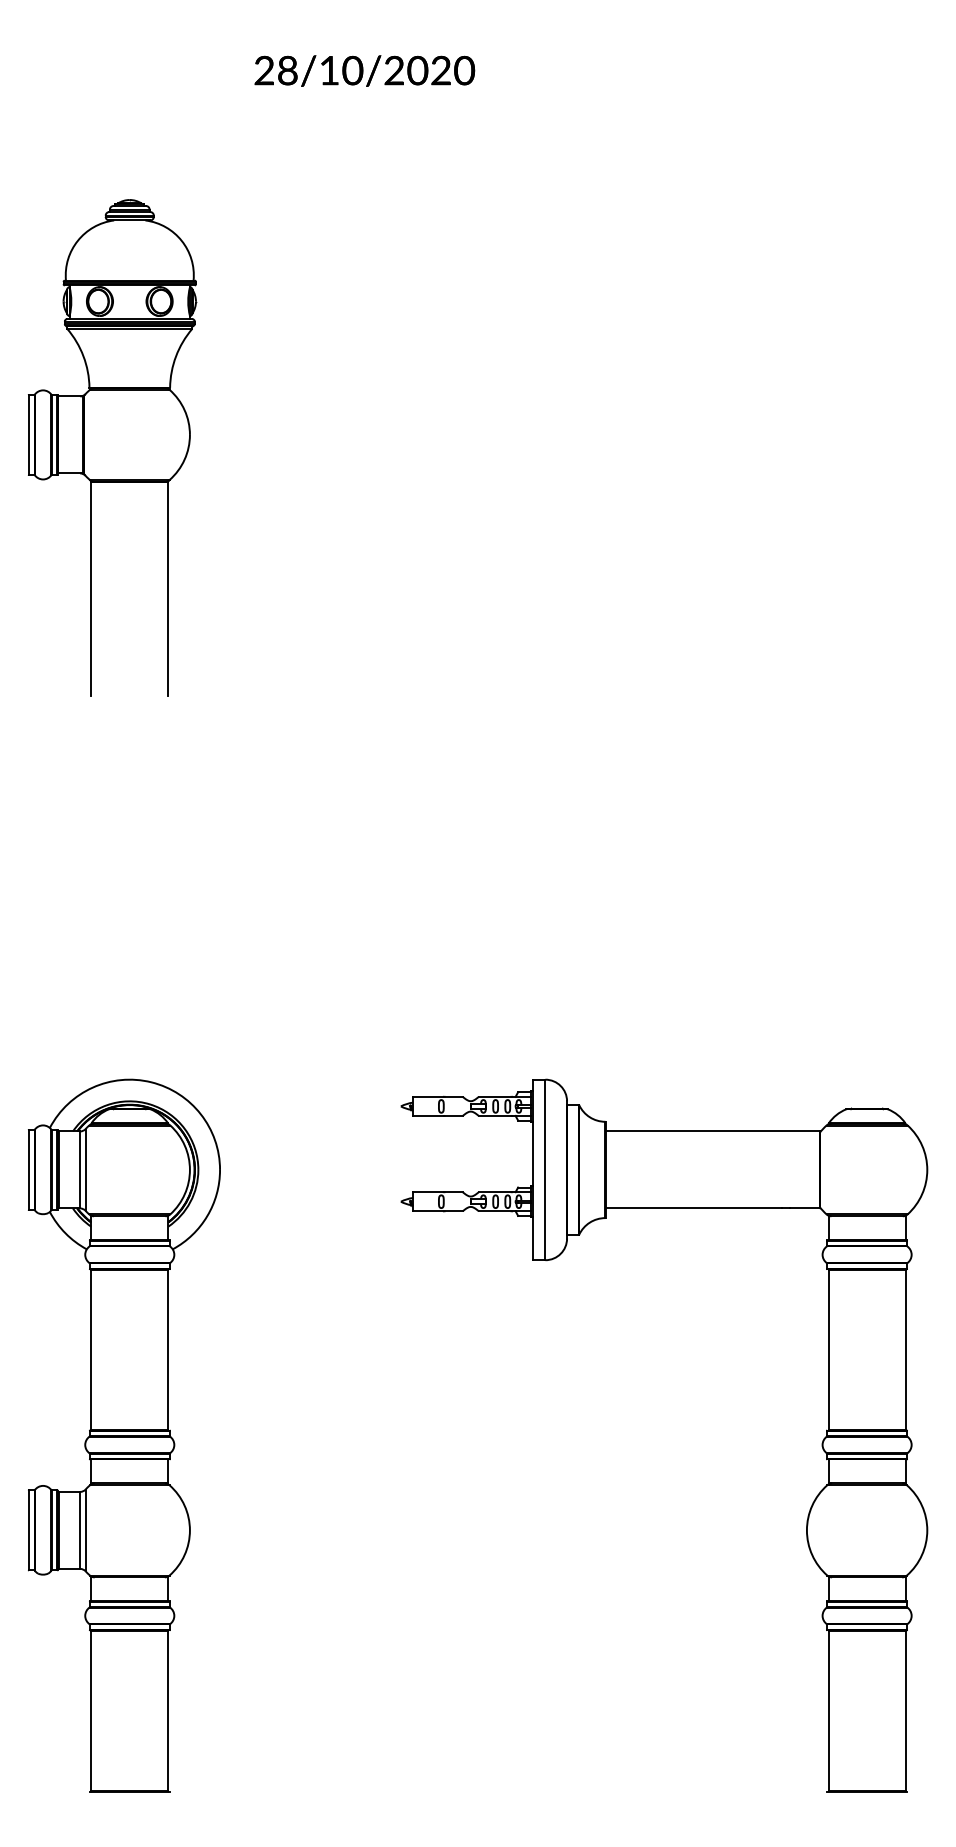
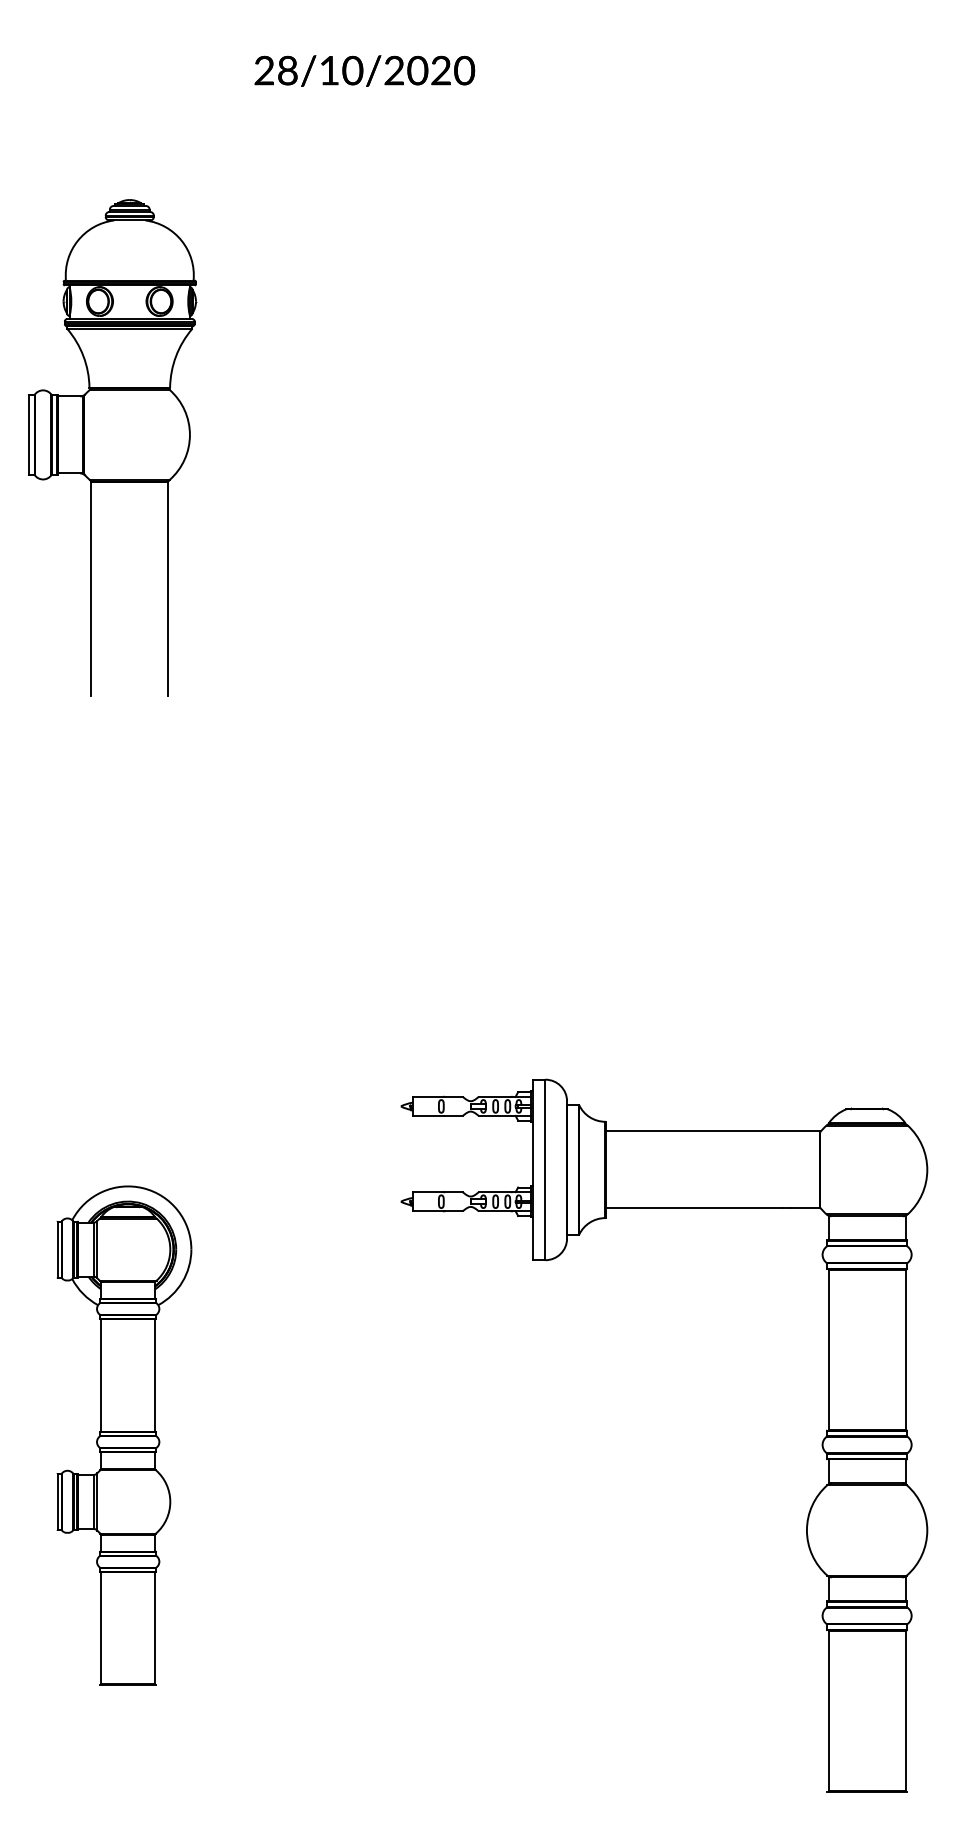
part at (124, 1435) size: 193x715 px -> 137x501 px
